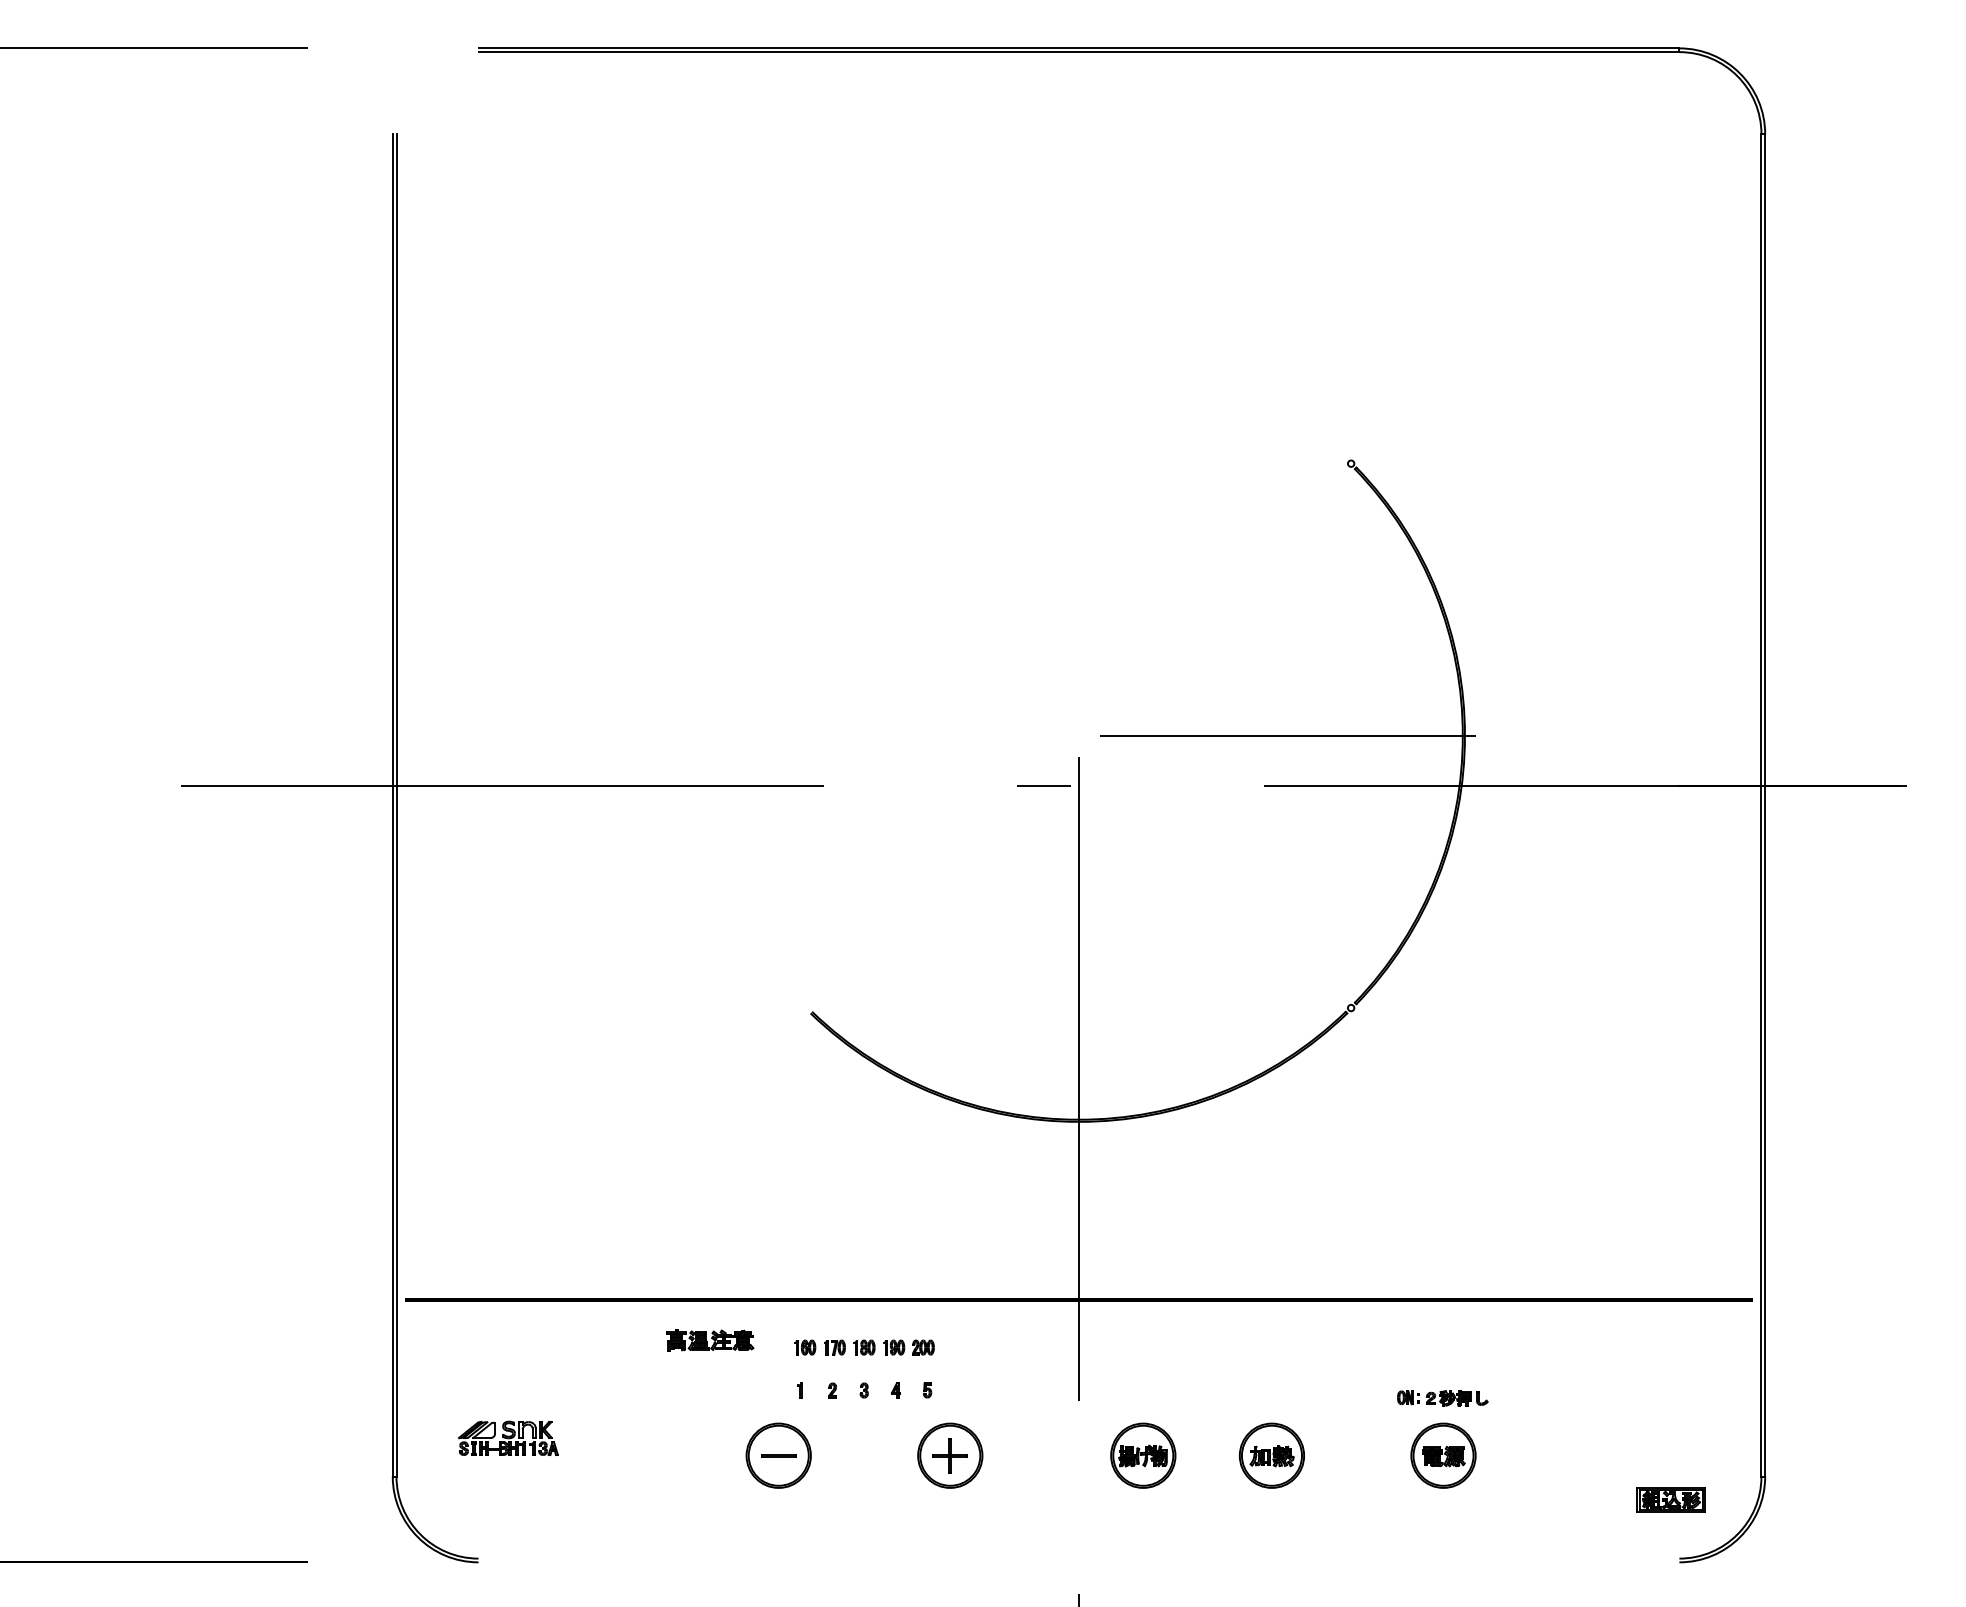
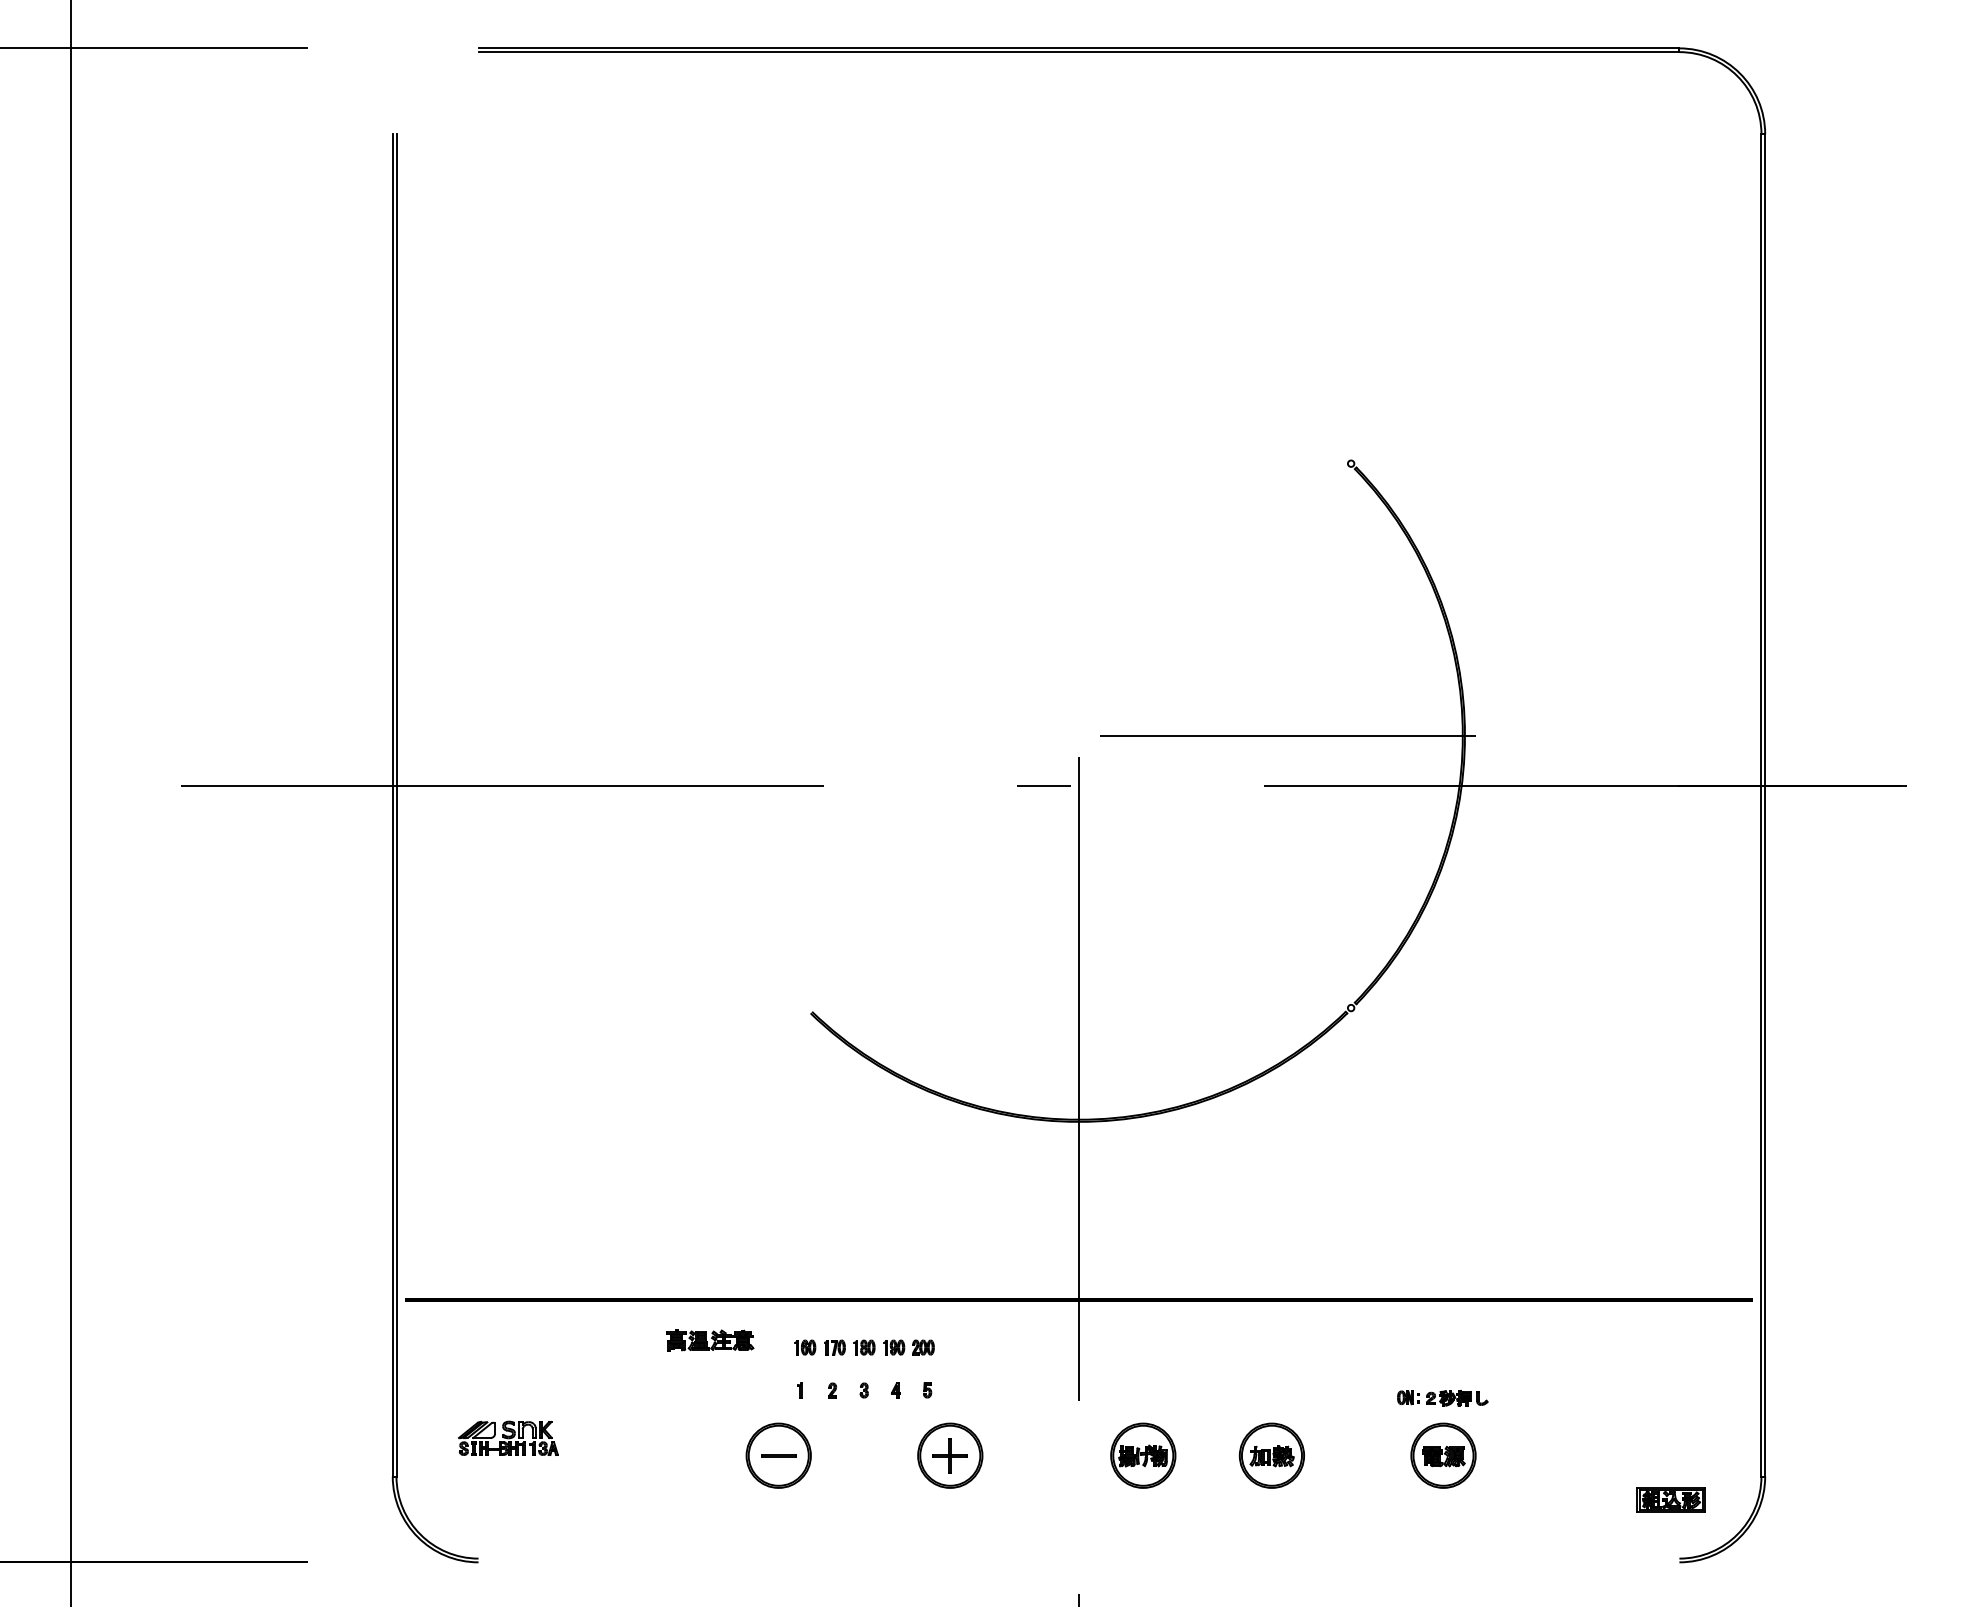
line at (71, 802): none -> present
